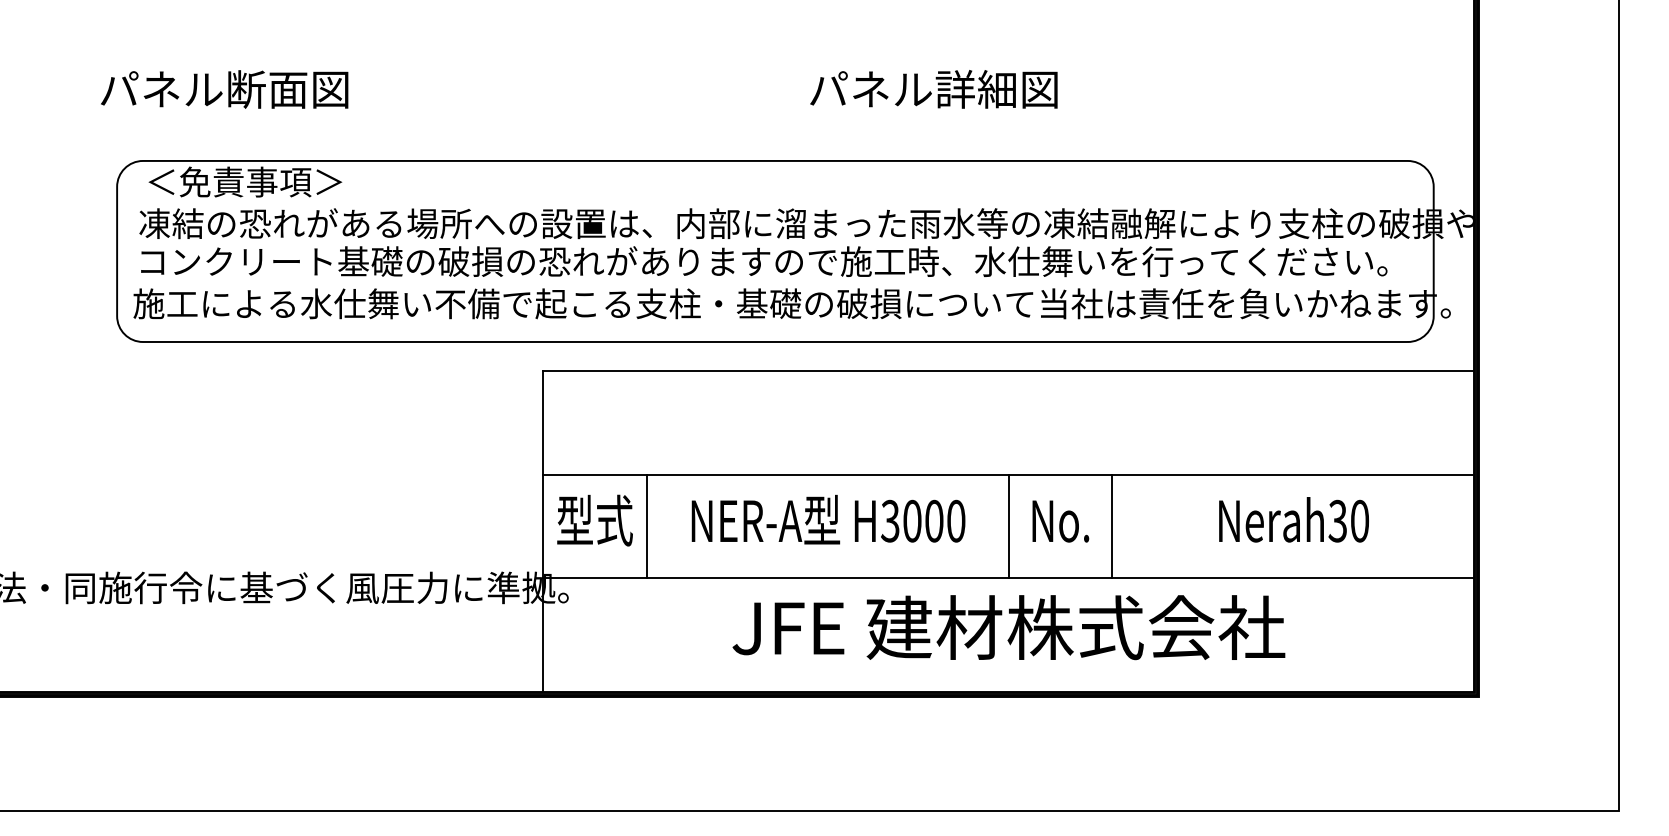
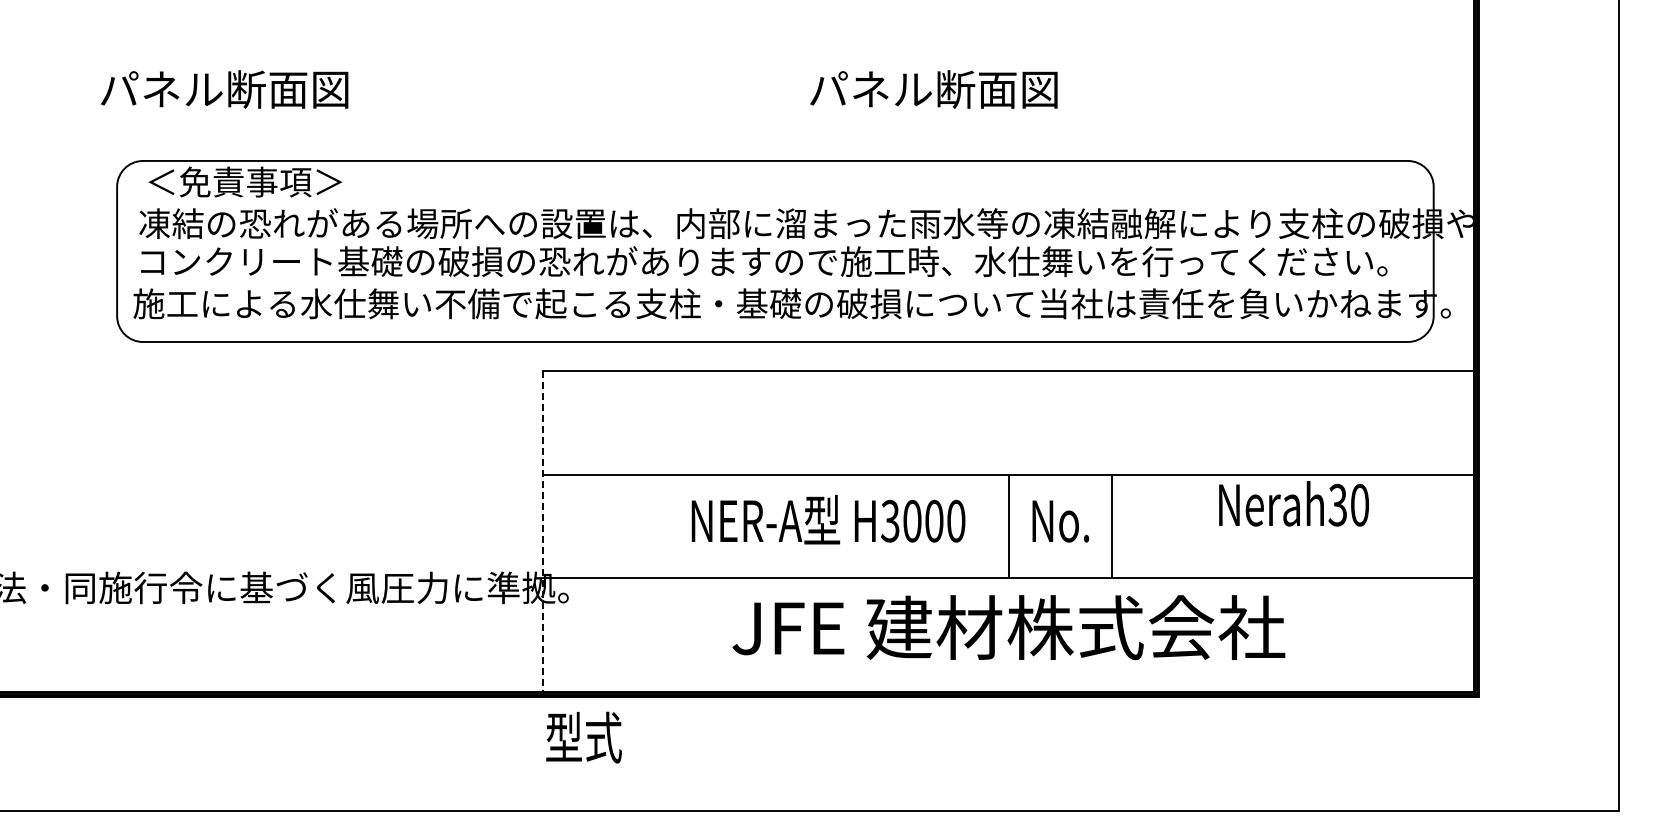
text at (975, 89): パネル詳細図 -> パネル断面図
text at (1293, 519) position: (1293, 519) -> (1293, 503)
text at (594, 520) position: (594, 520) -> (583, 737)
line at (646, 526): present -> none
line at (543, 532): solid -> dashed
